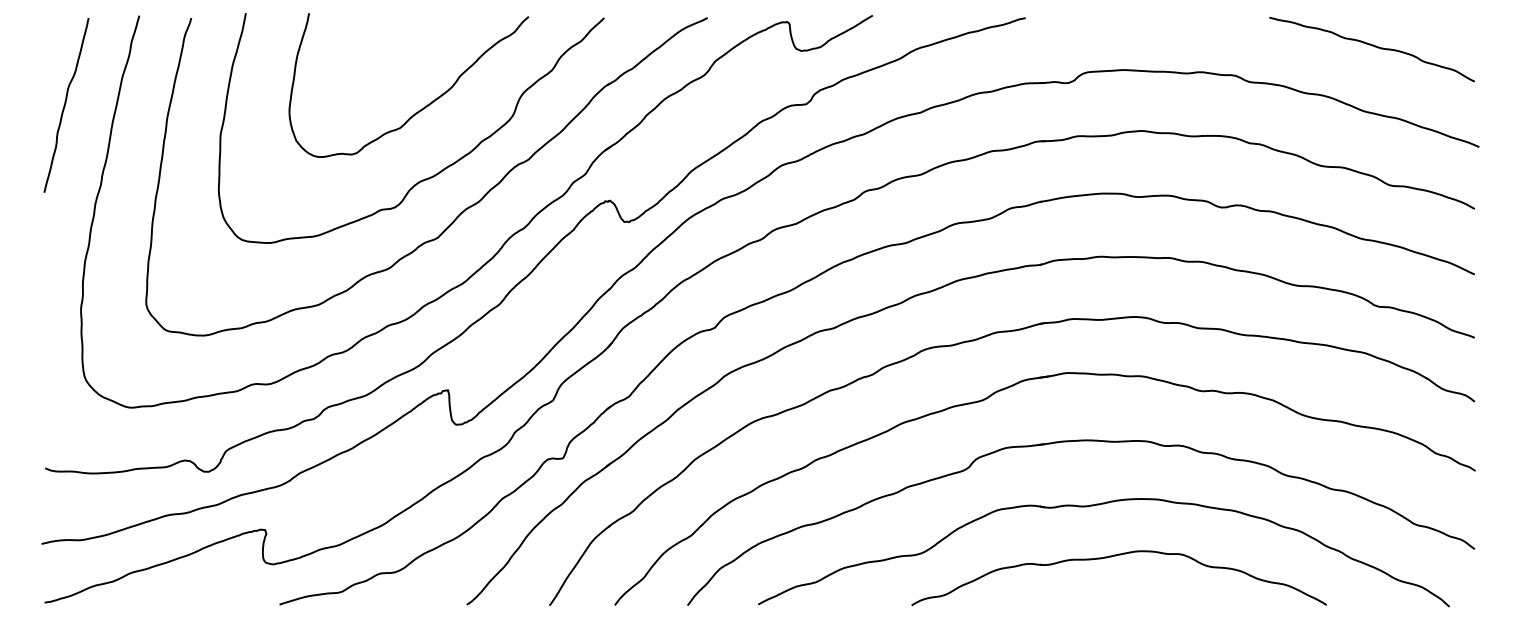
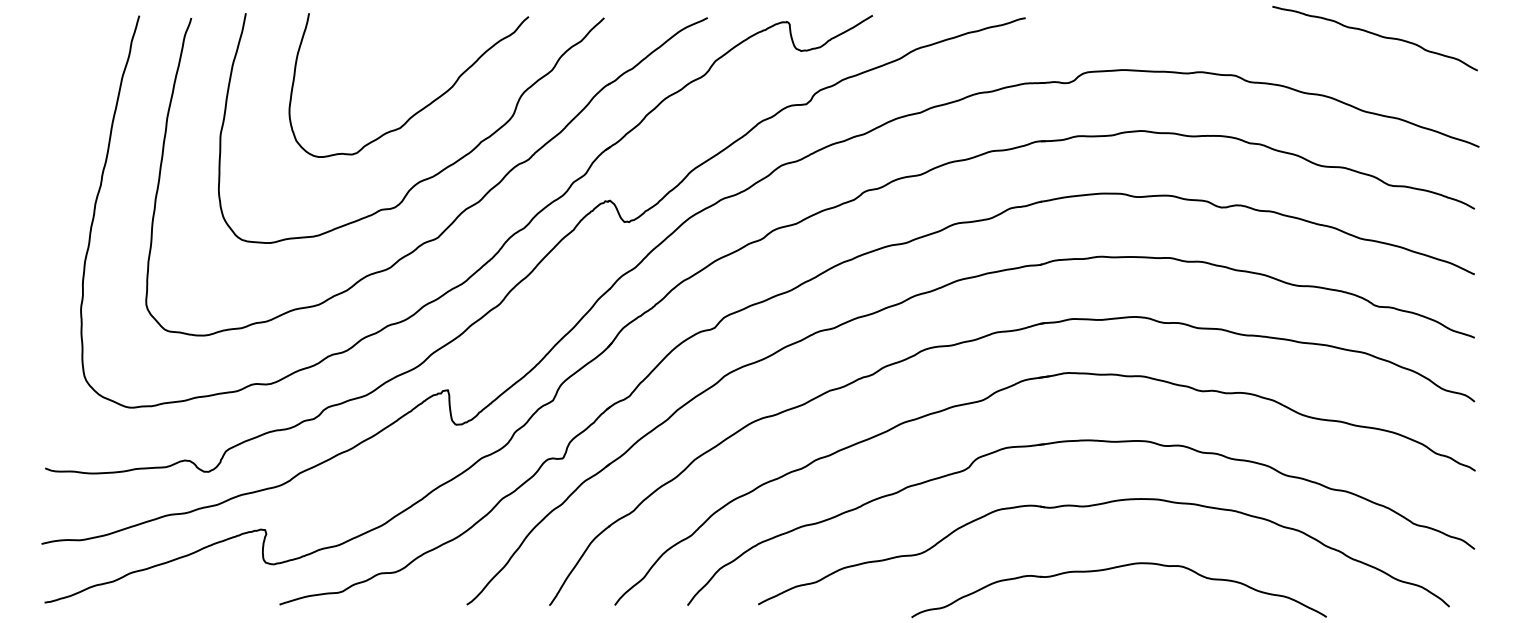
curve at (1372, 46) position: (1372, 46) -> (1375, 35)
curve at (65, 105): present -> none
part at (1116, 556) position: (1116, 556) -> (1116, 568)
